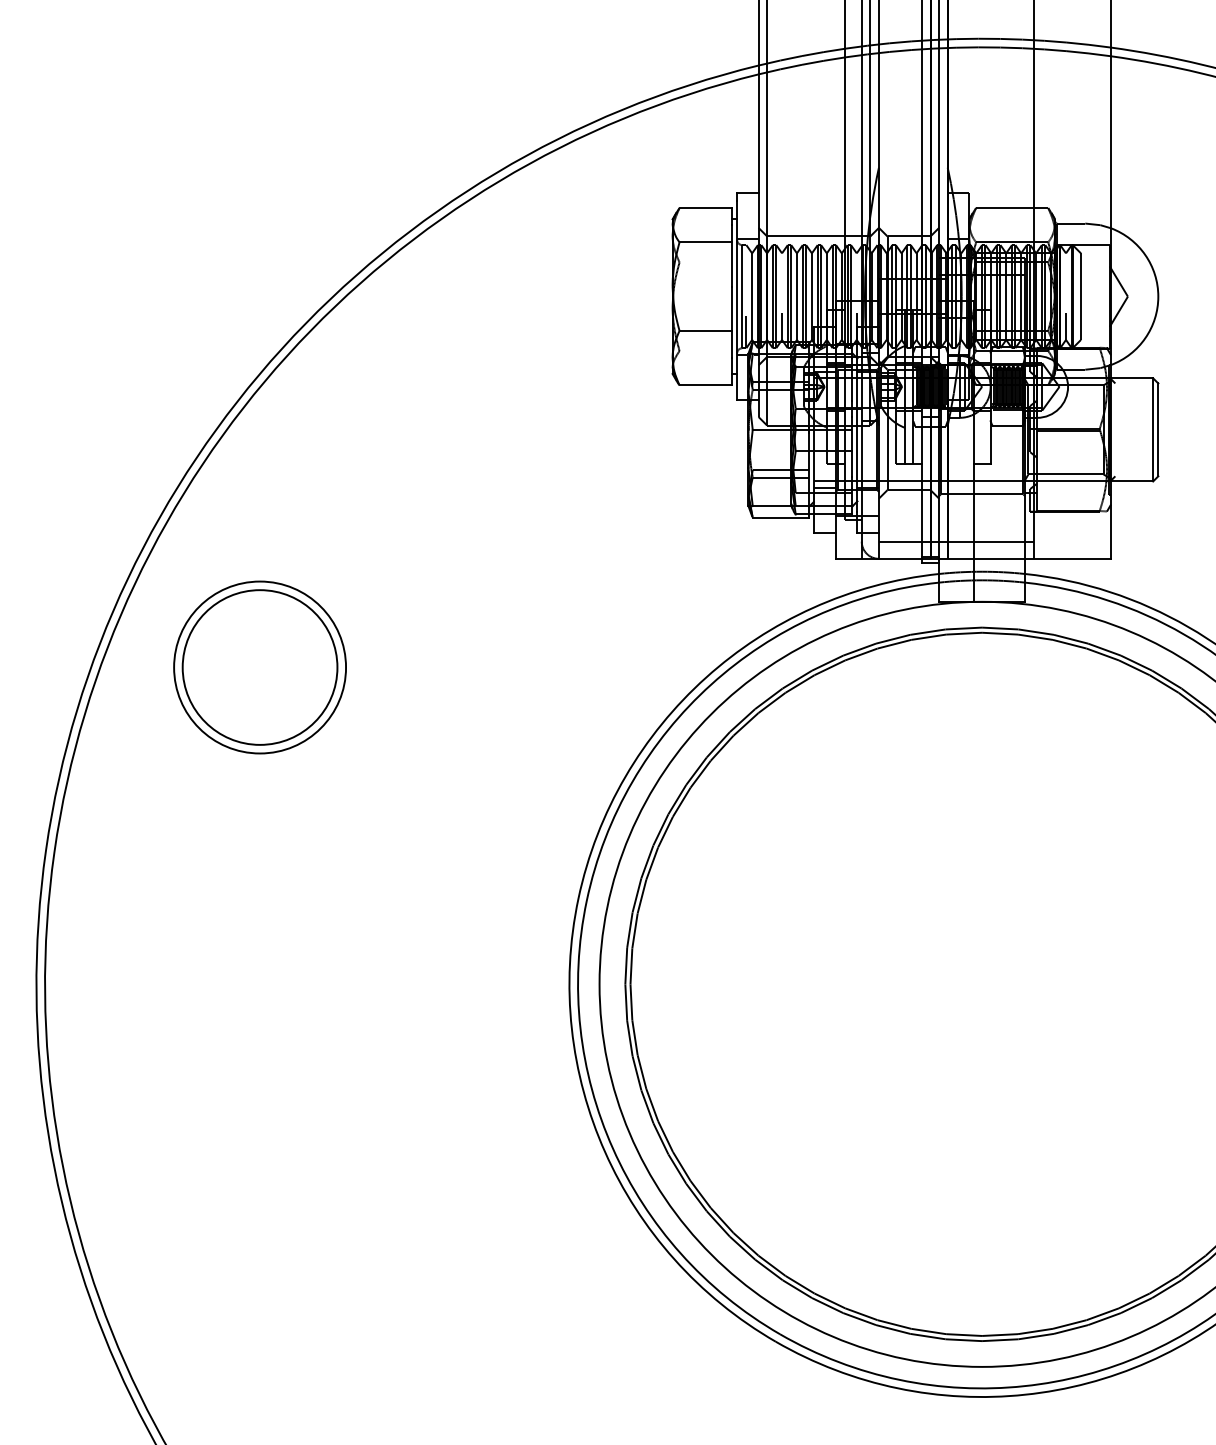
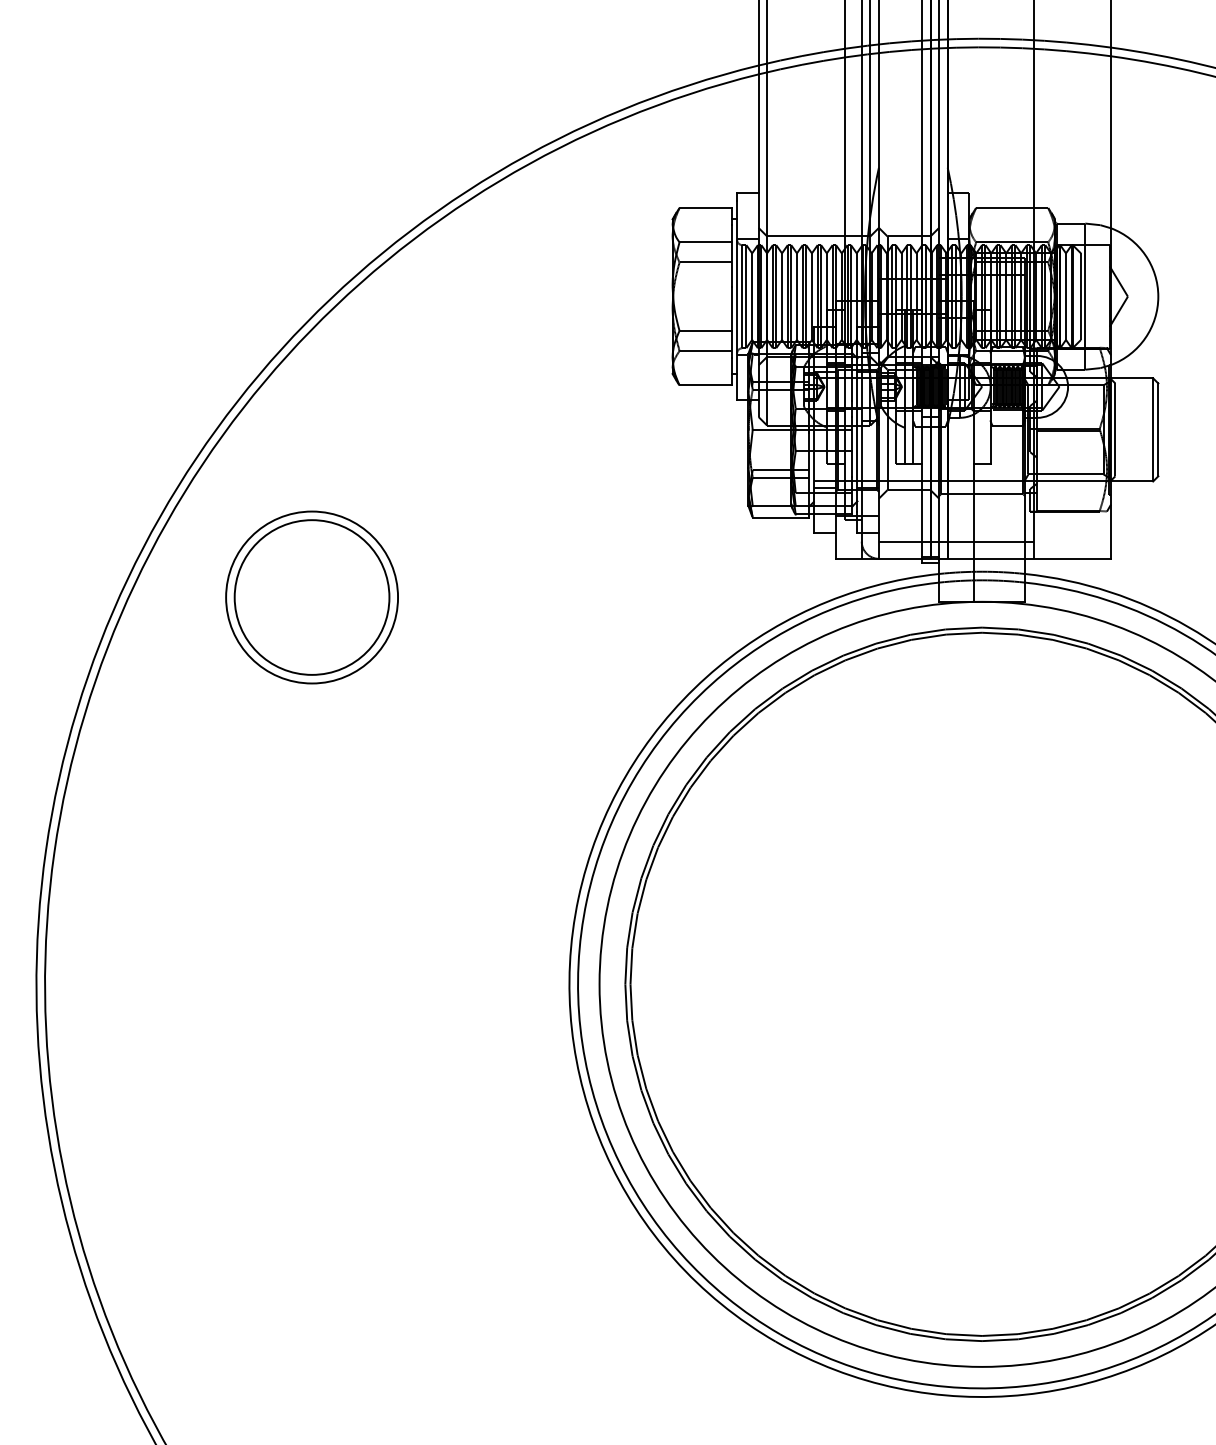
line at (705, 262): none -> present
line at (746, 280): none -> present
line at (782, 283): none -> present
line at (856, 283): none -> present
line at (1066, 283): none -> present
line at (1085, 296): none -> present
line at (705, 351): none -> present
line at (1115, 429): none -> present
part at (259, 667) position: (259, 667) -> (311, 597)
